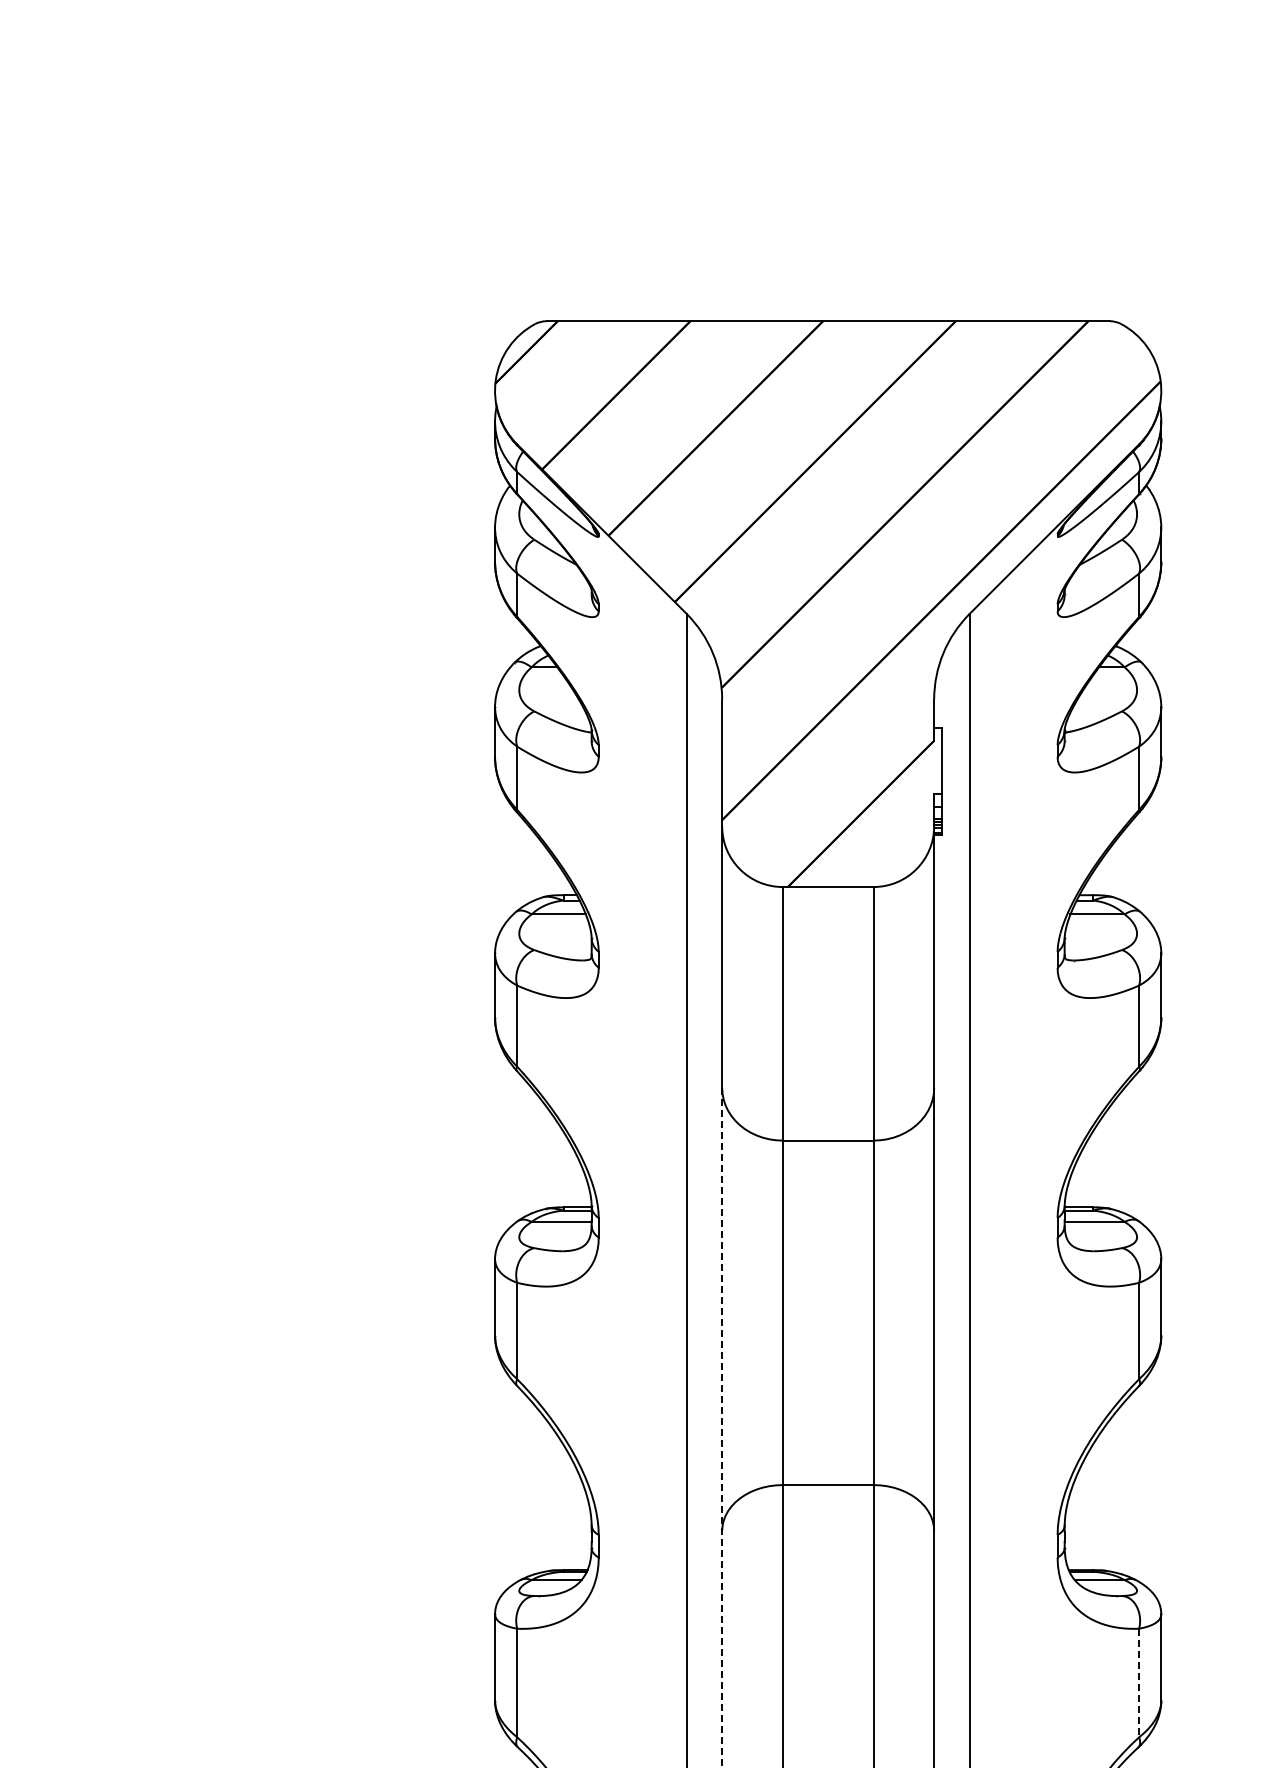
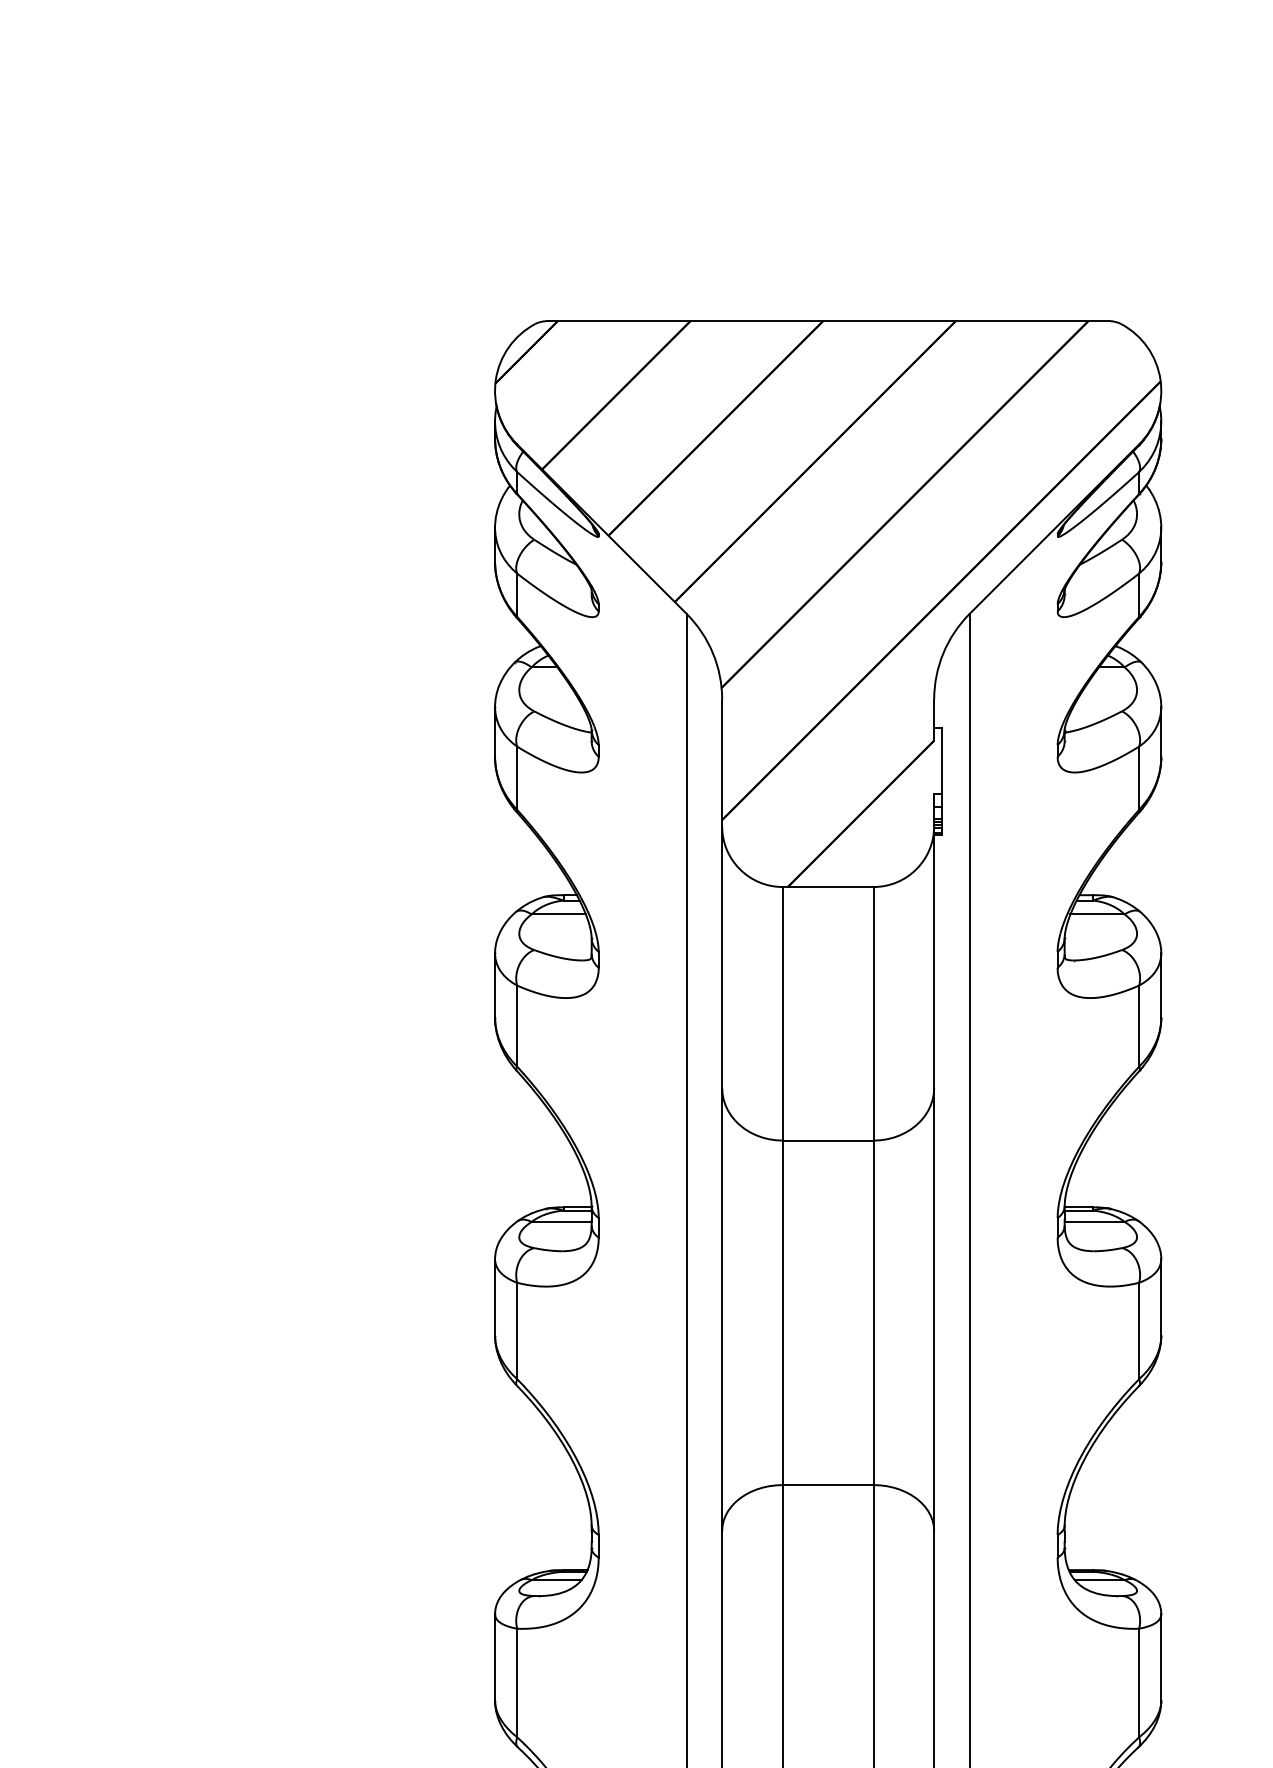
line at (722, 1428): dashed -> solid
line at (1139, 1683): dashed -> solid
